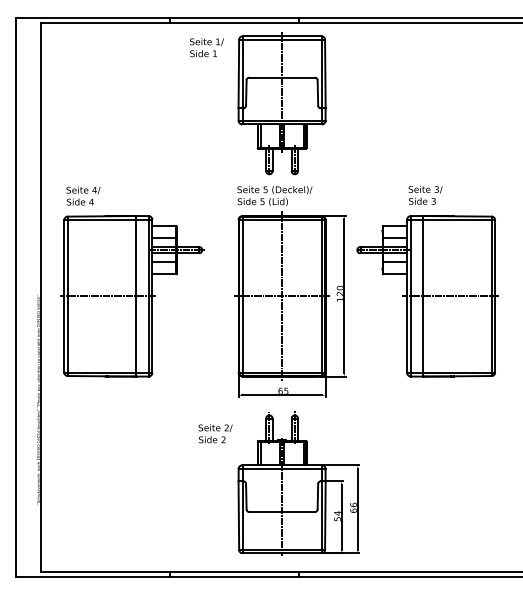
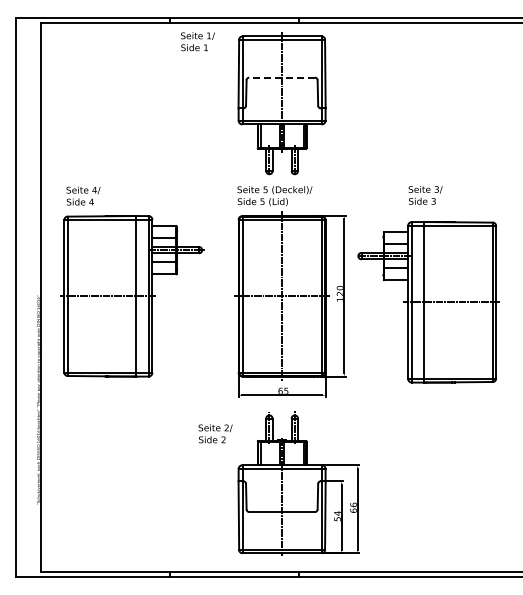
text at (206, 47) position: (206, 47) -> (197, 41)
line at (282, 77): solid -> dashed
part at (427, 296) position: (427, 296) -> (428, 302)
